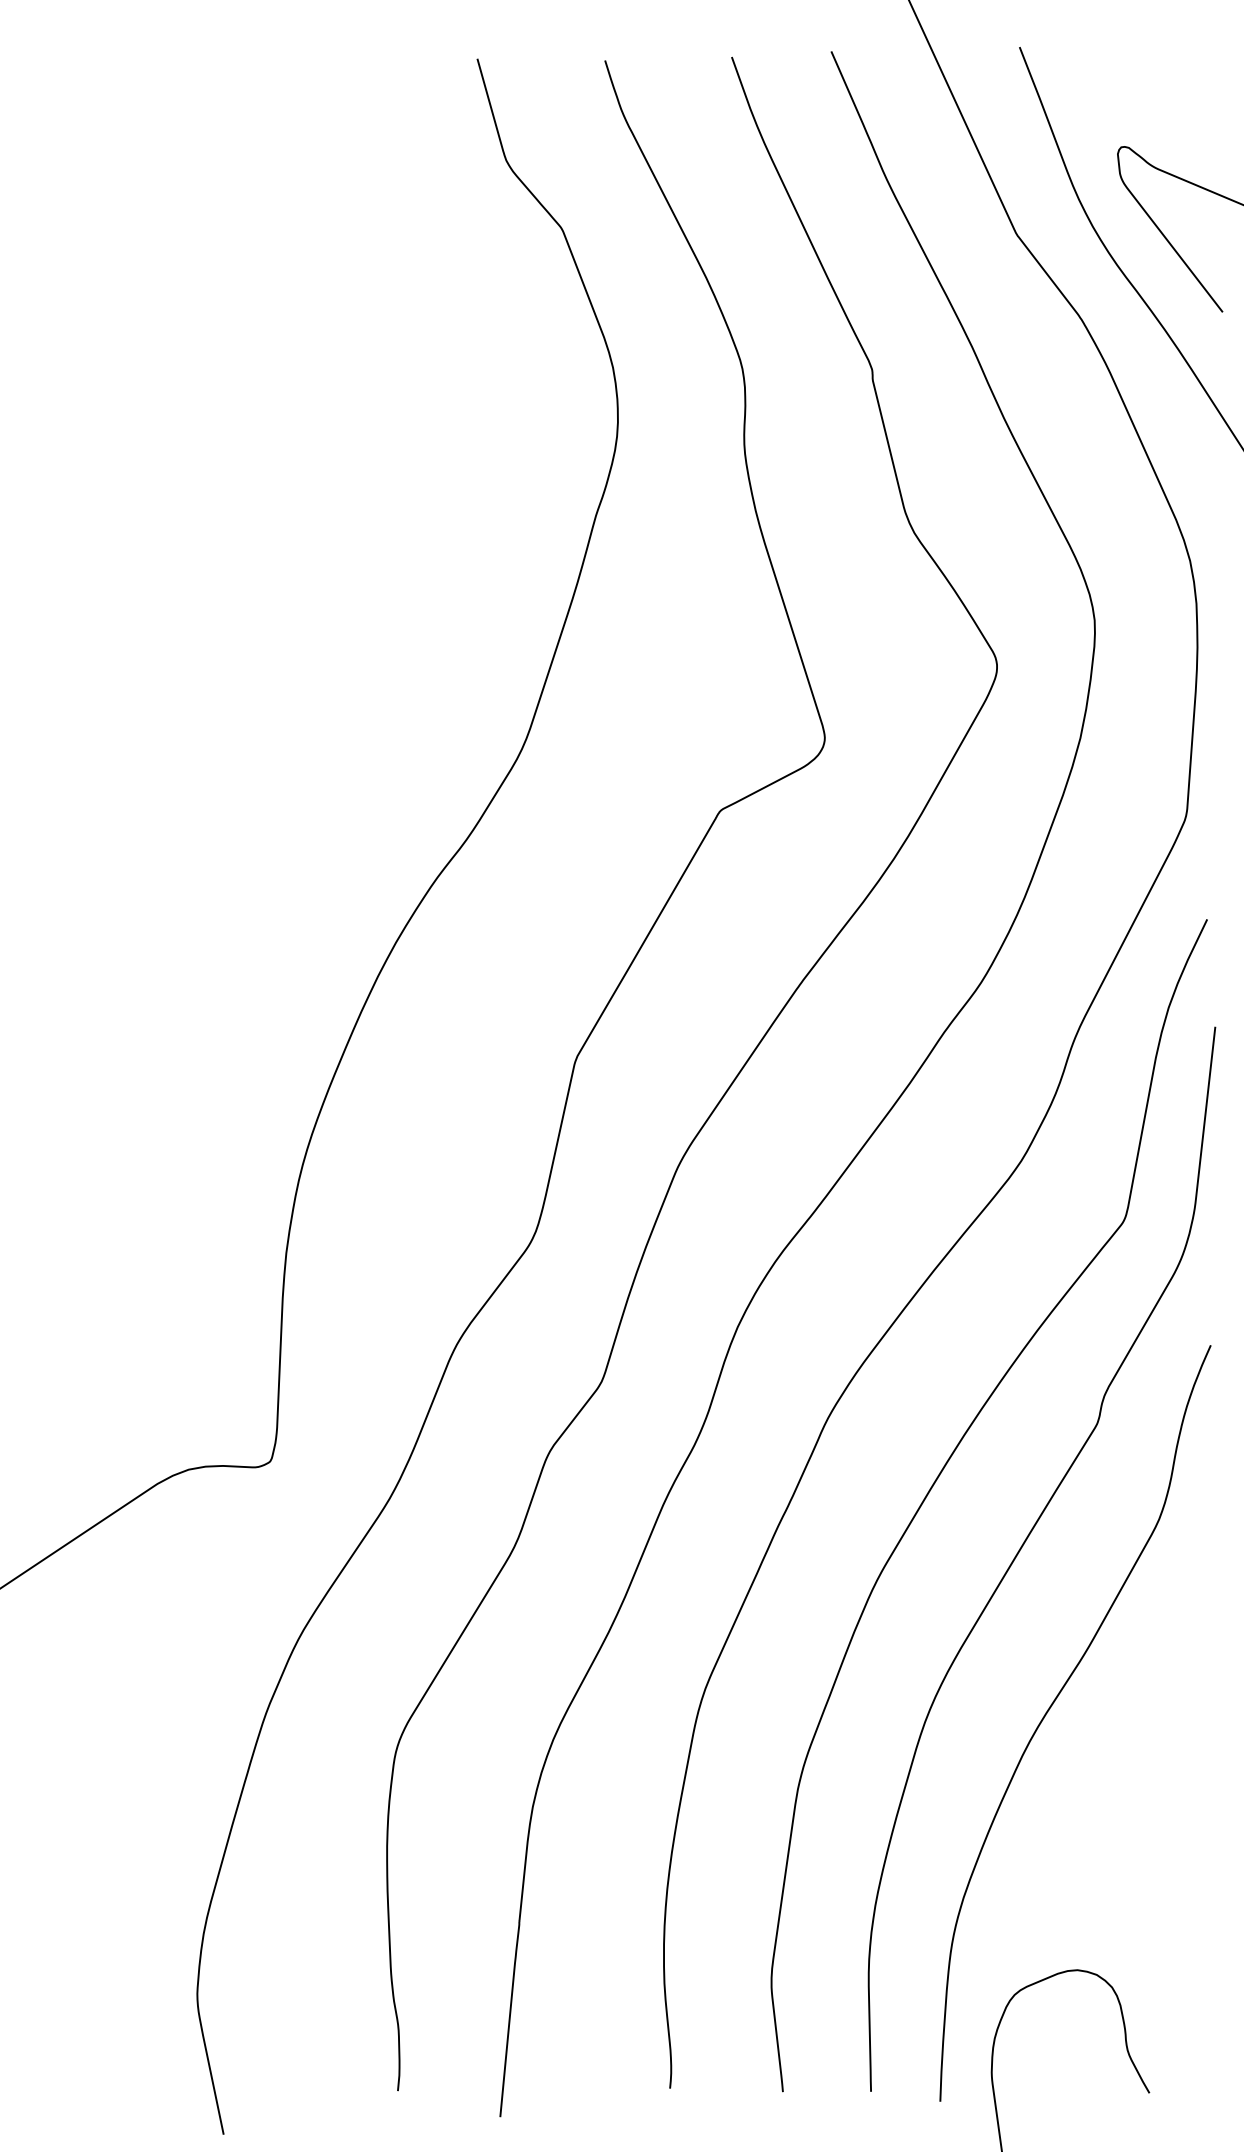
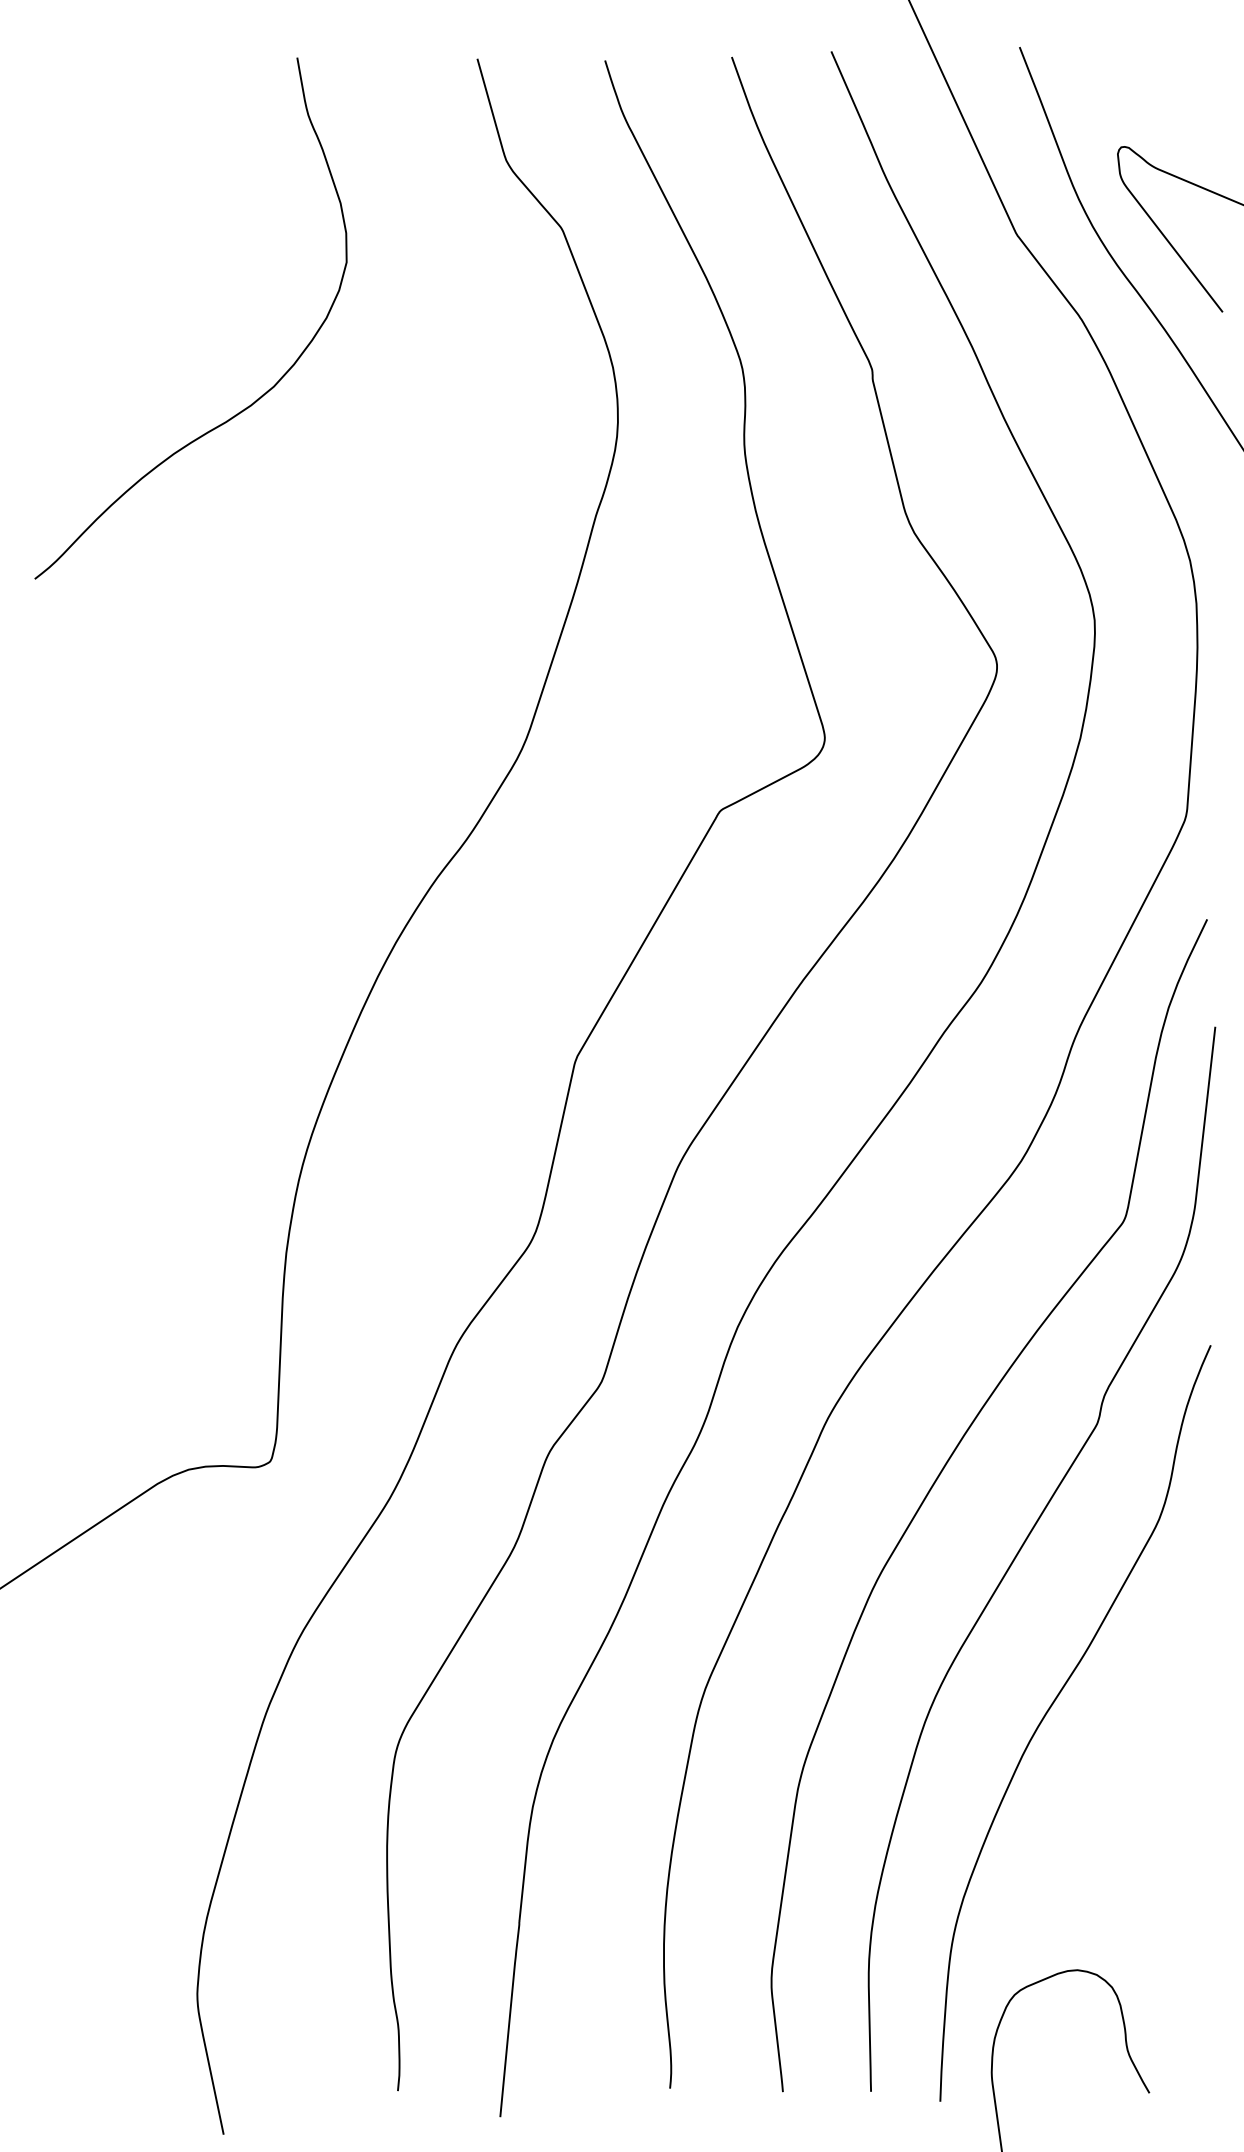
curve at (257, 398): none -> present
